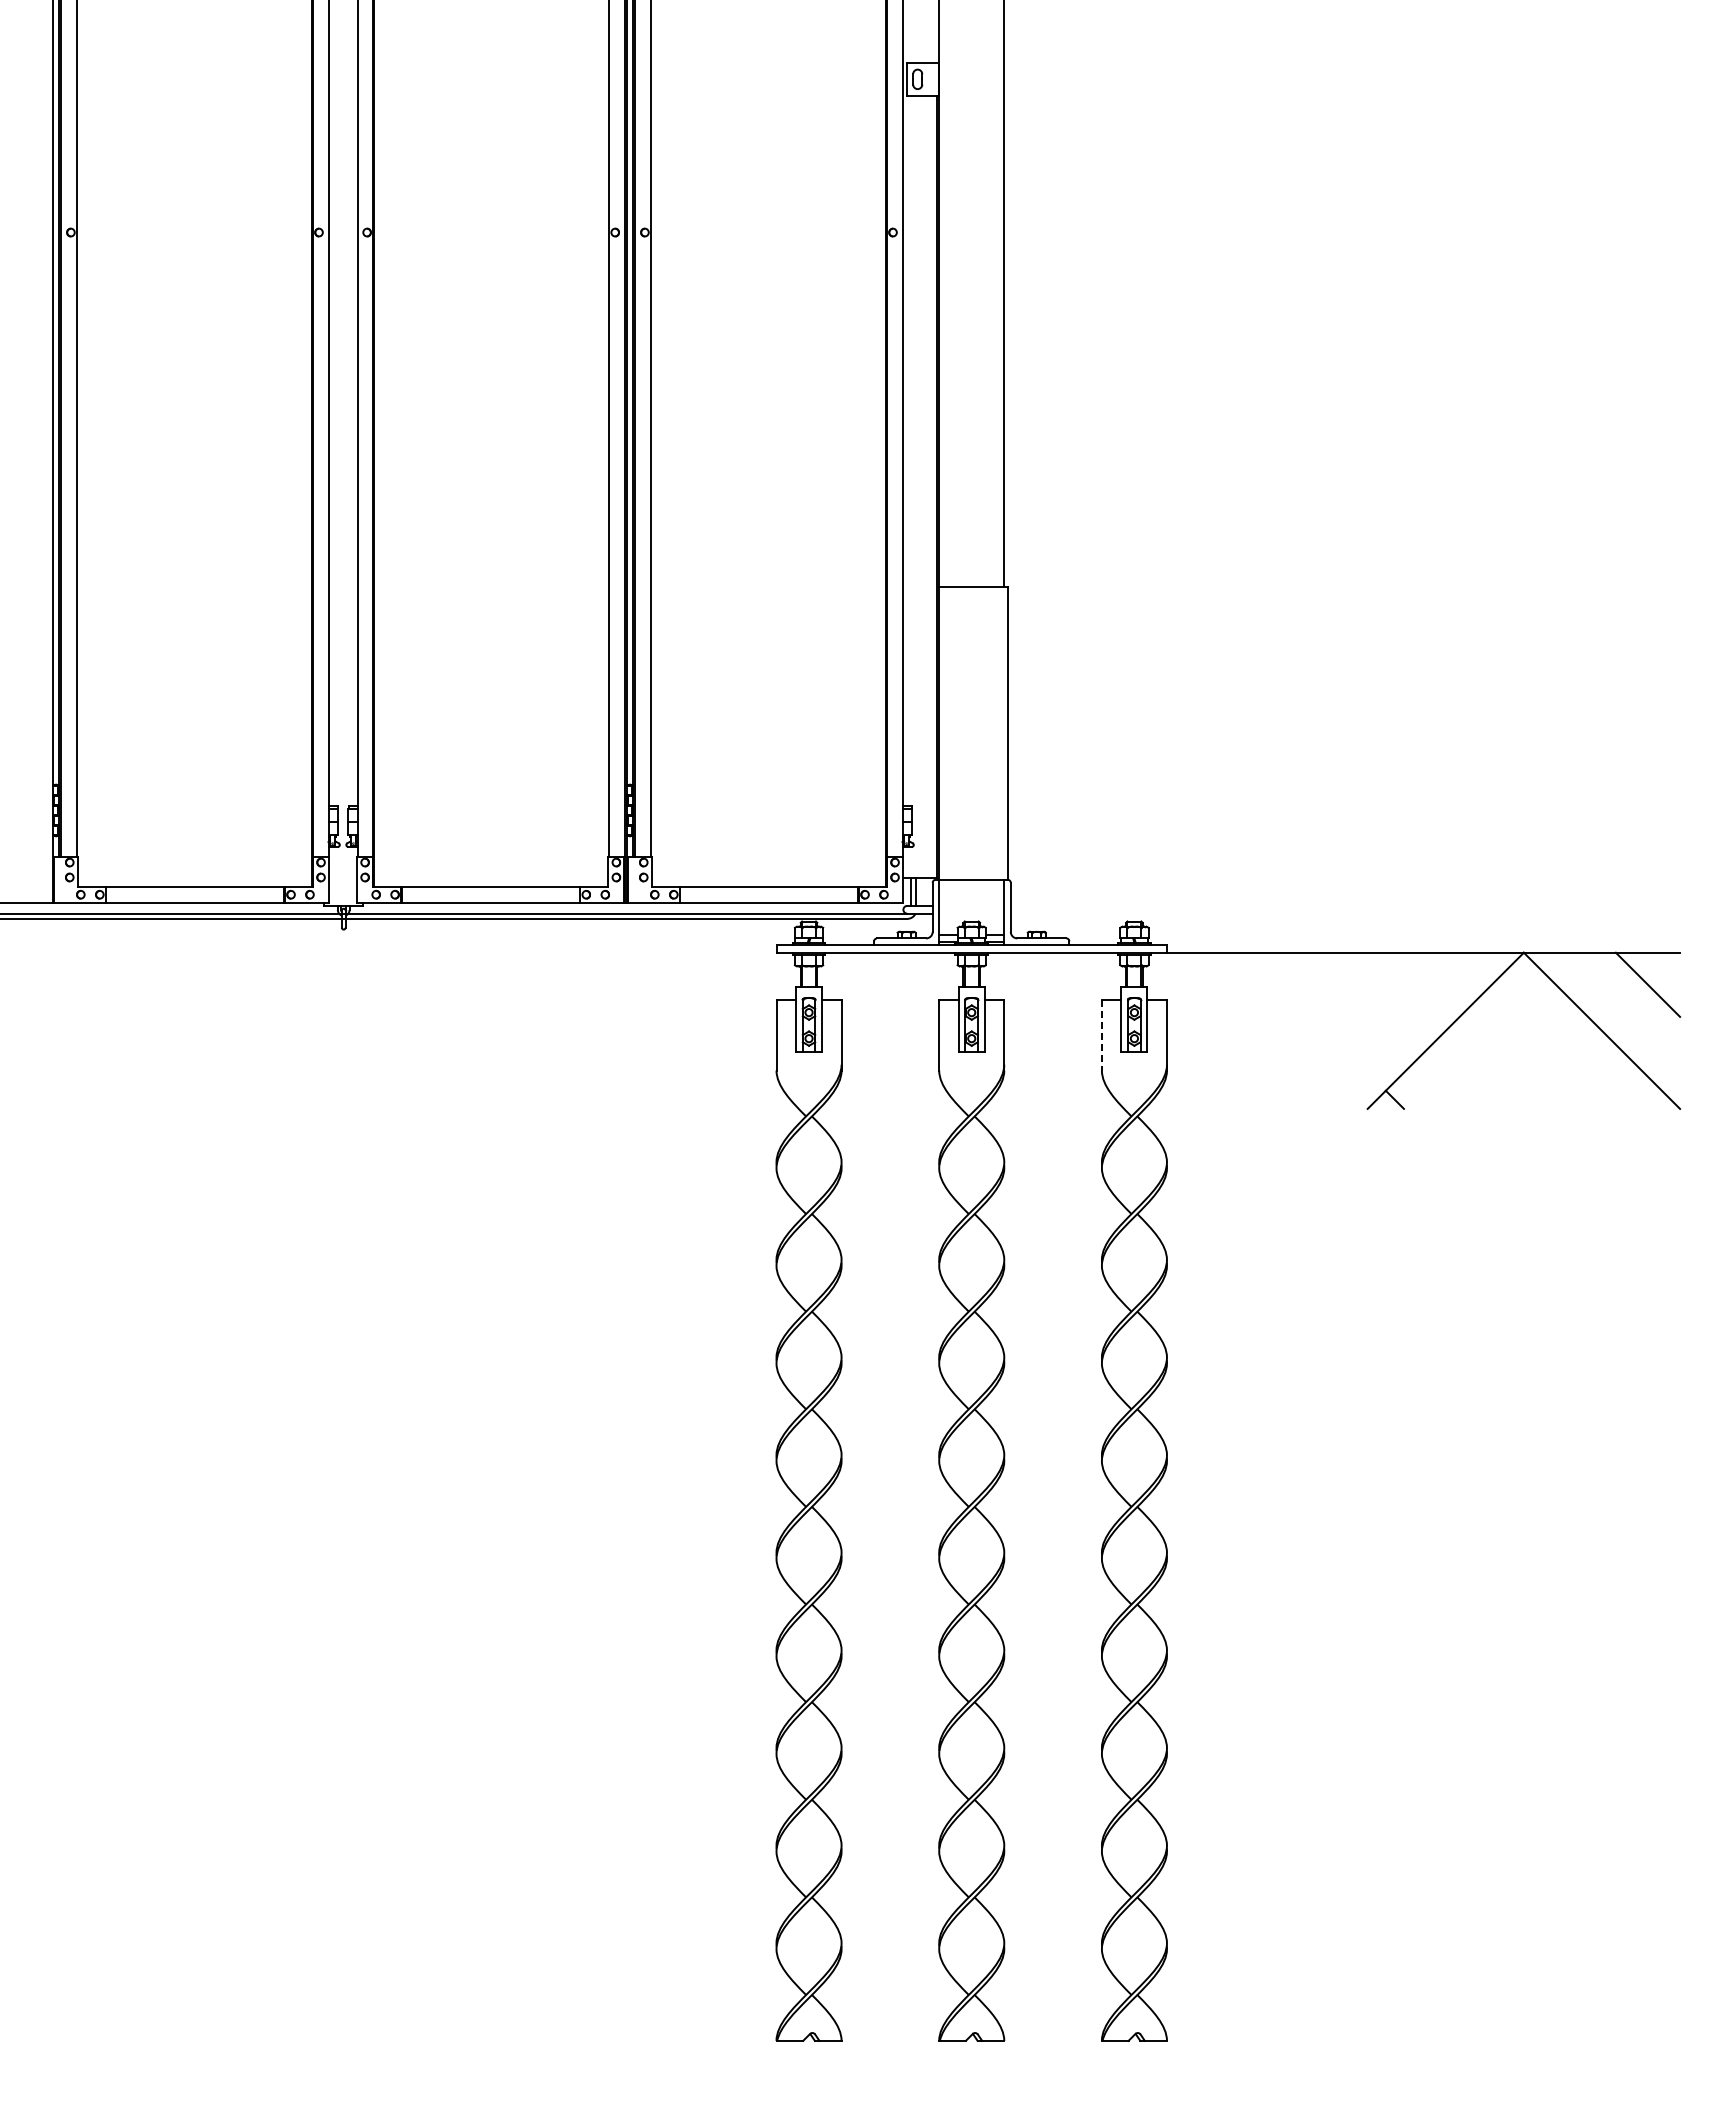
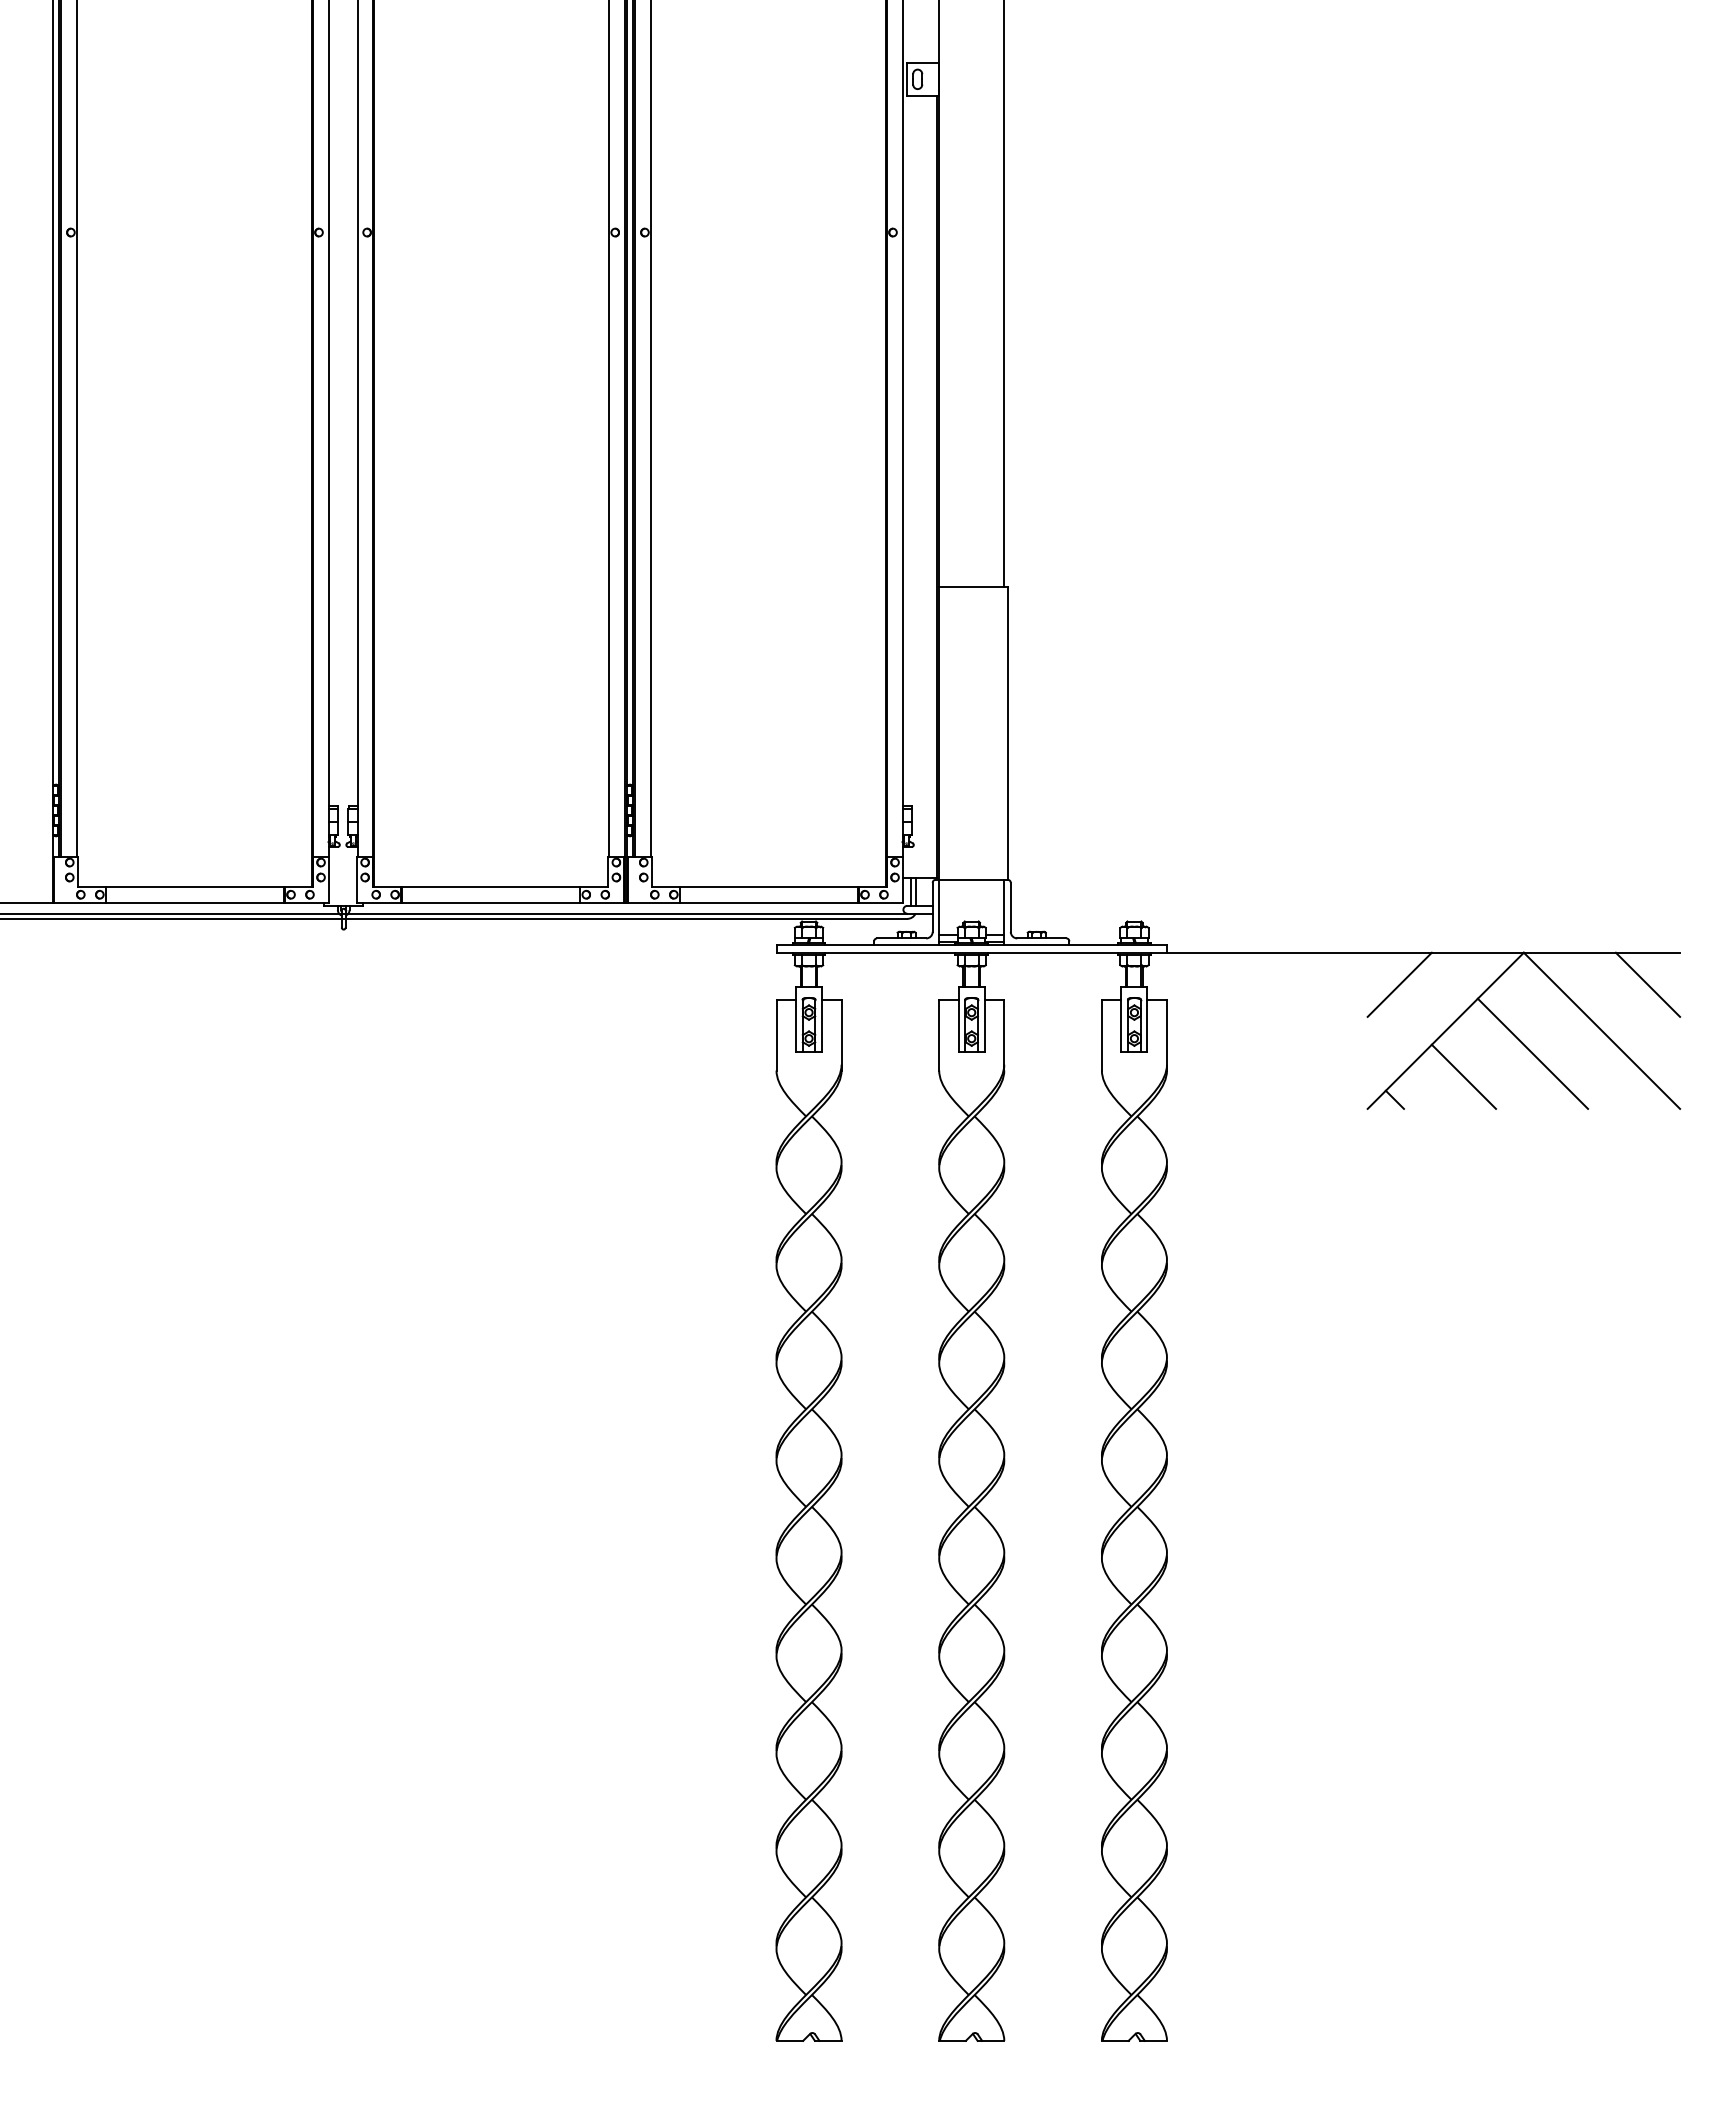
line at (1399, 984): none -> present
line at (1101, 1035): dashed -> solid
line at (1532, 1053): none -> present
line at (1463, 1076): none -> present
